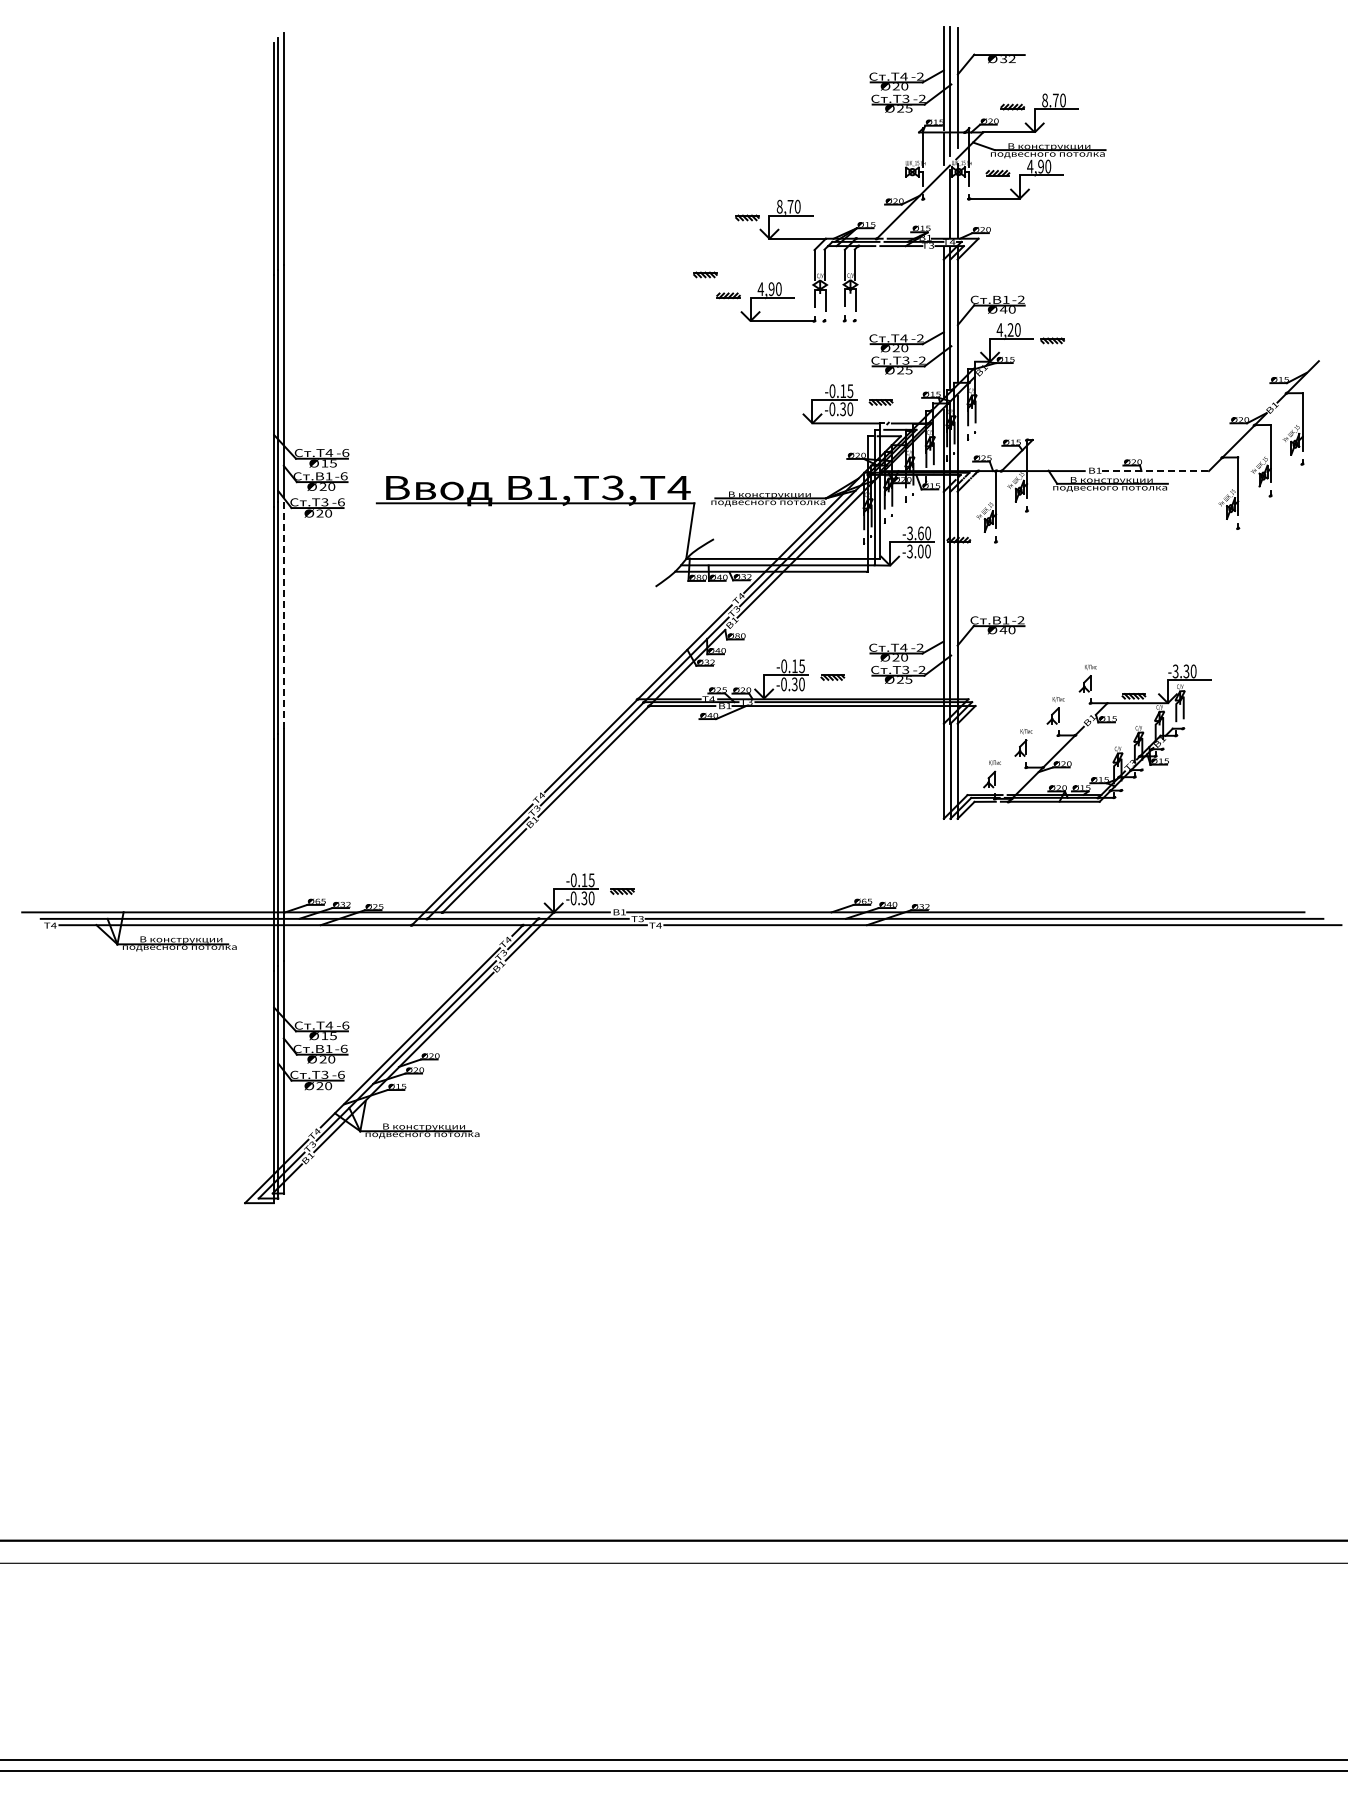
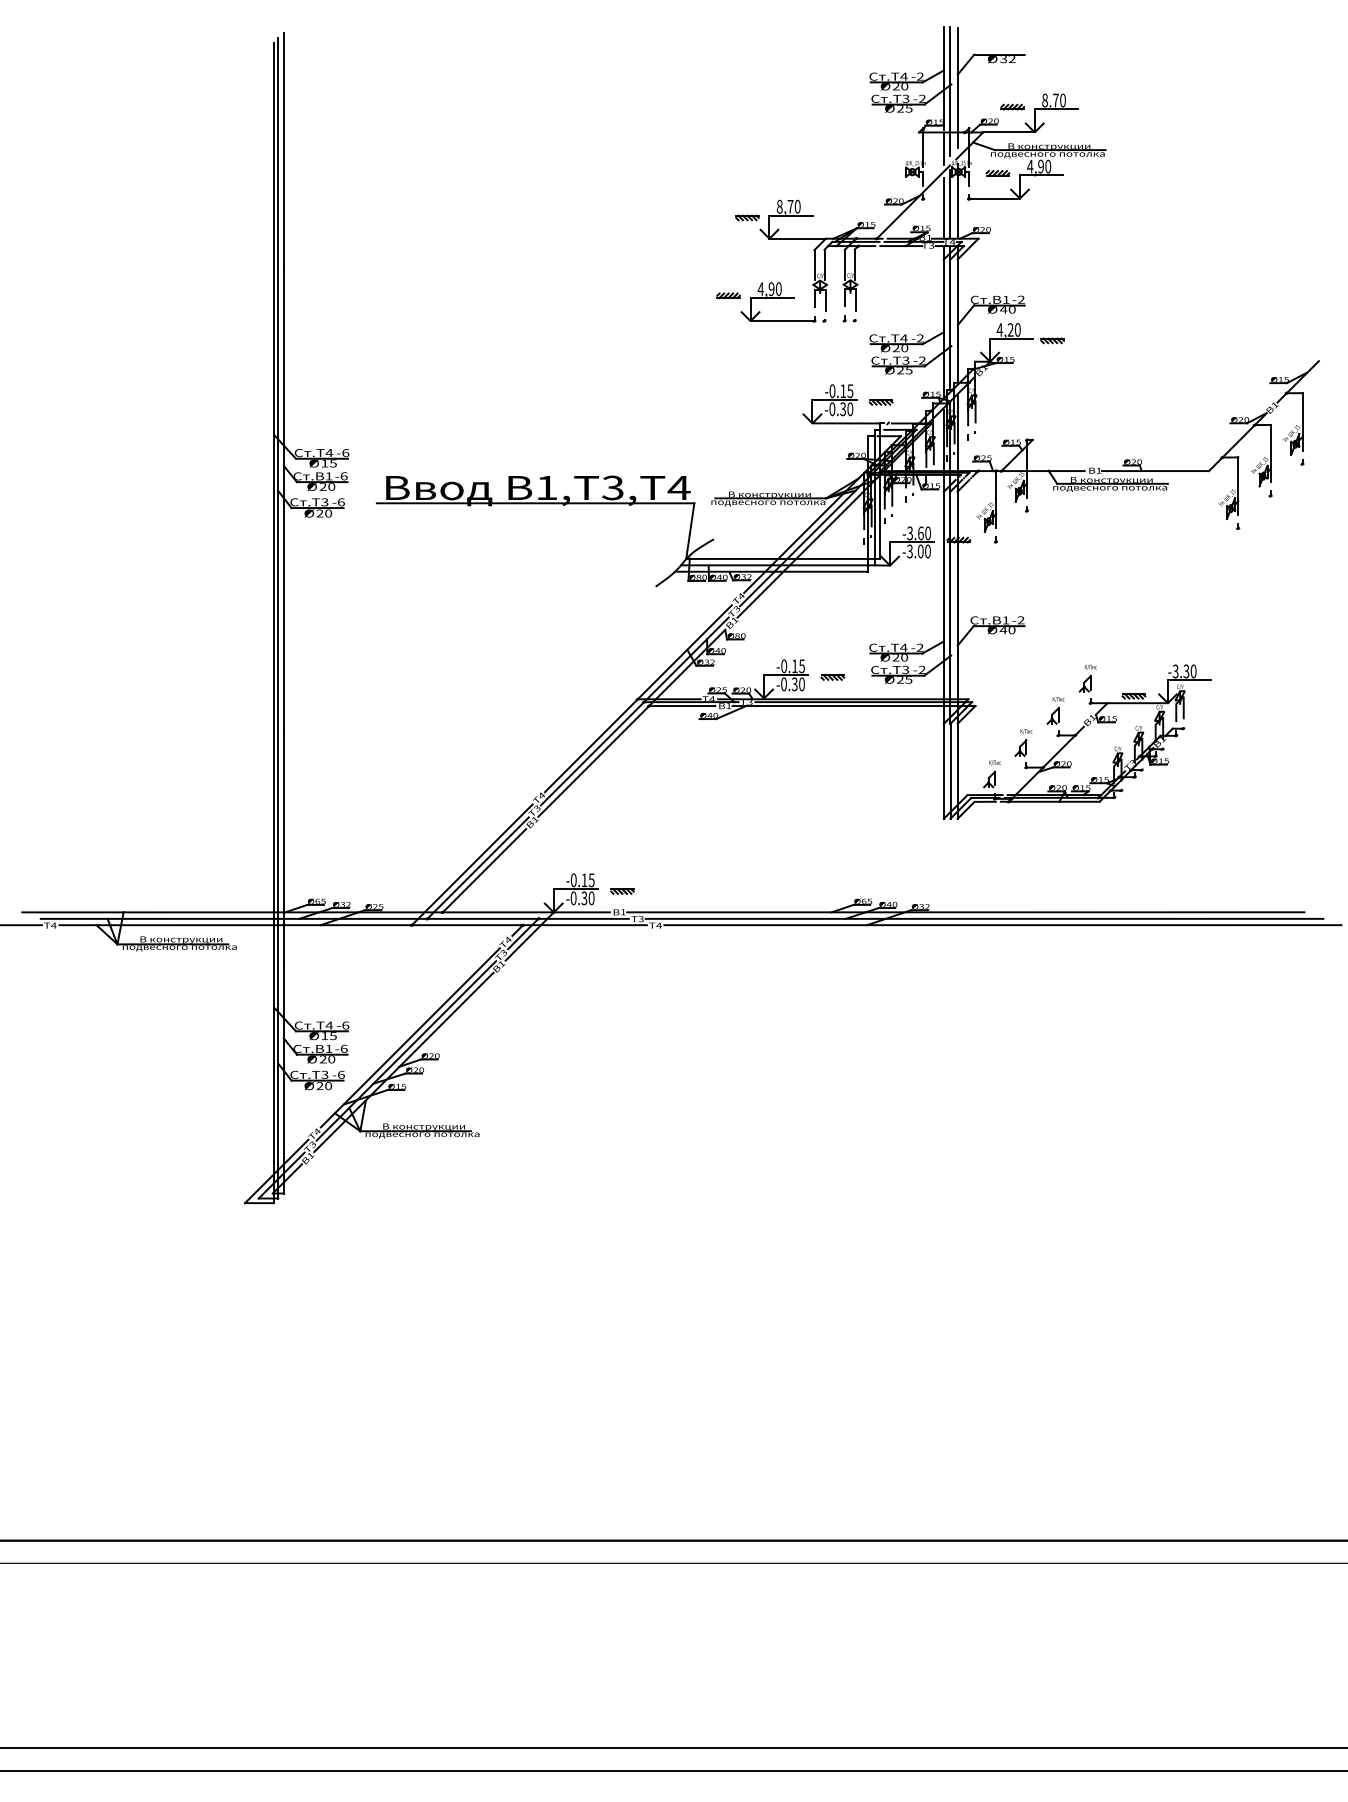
line at (943, 207): none -> present
part at (705, 274): present -> none
line at (1155, 471): dashed -> solid
line at (284, 612): dashed -> solid
line at (21, 925): none -> present
line at (673, 1759) position: (673, 1759) -> (673, 1747)
